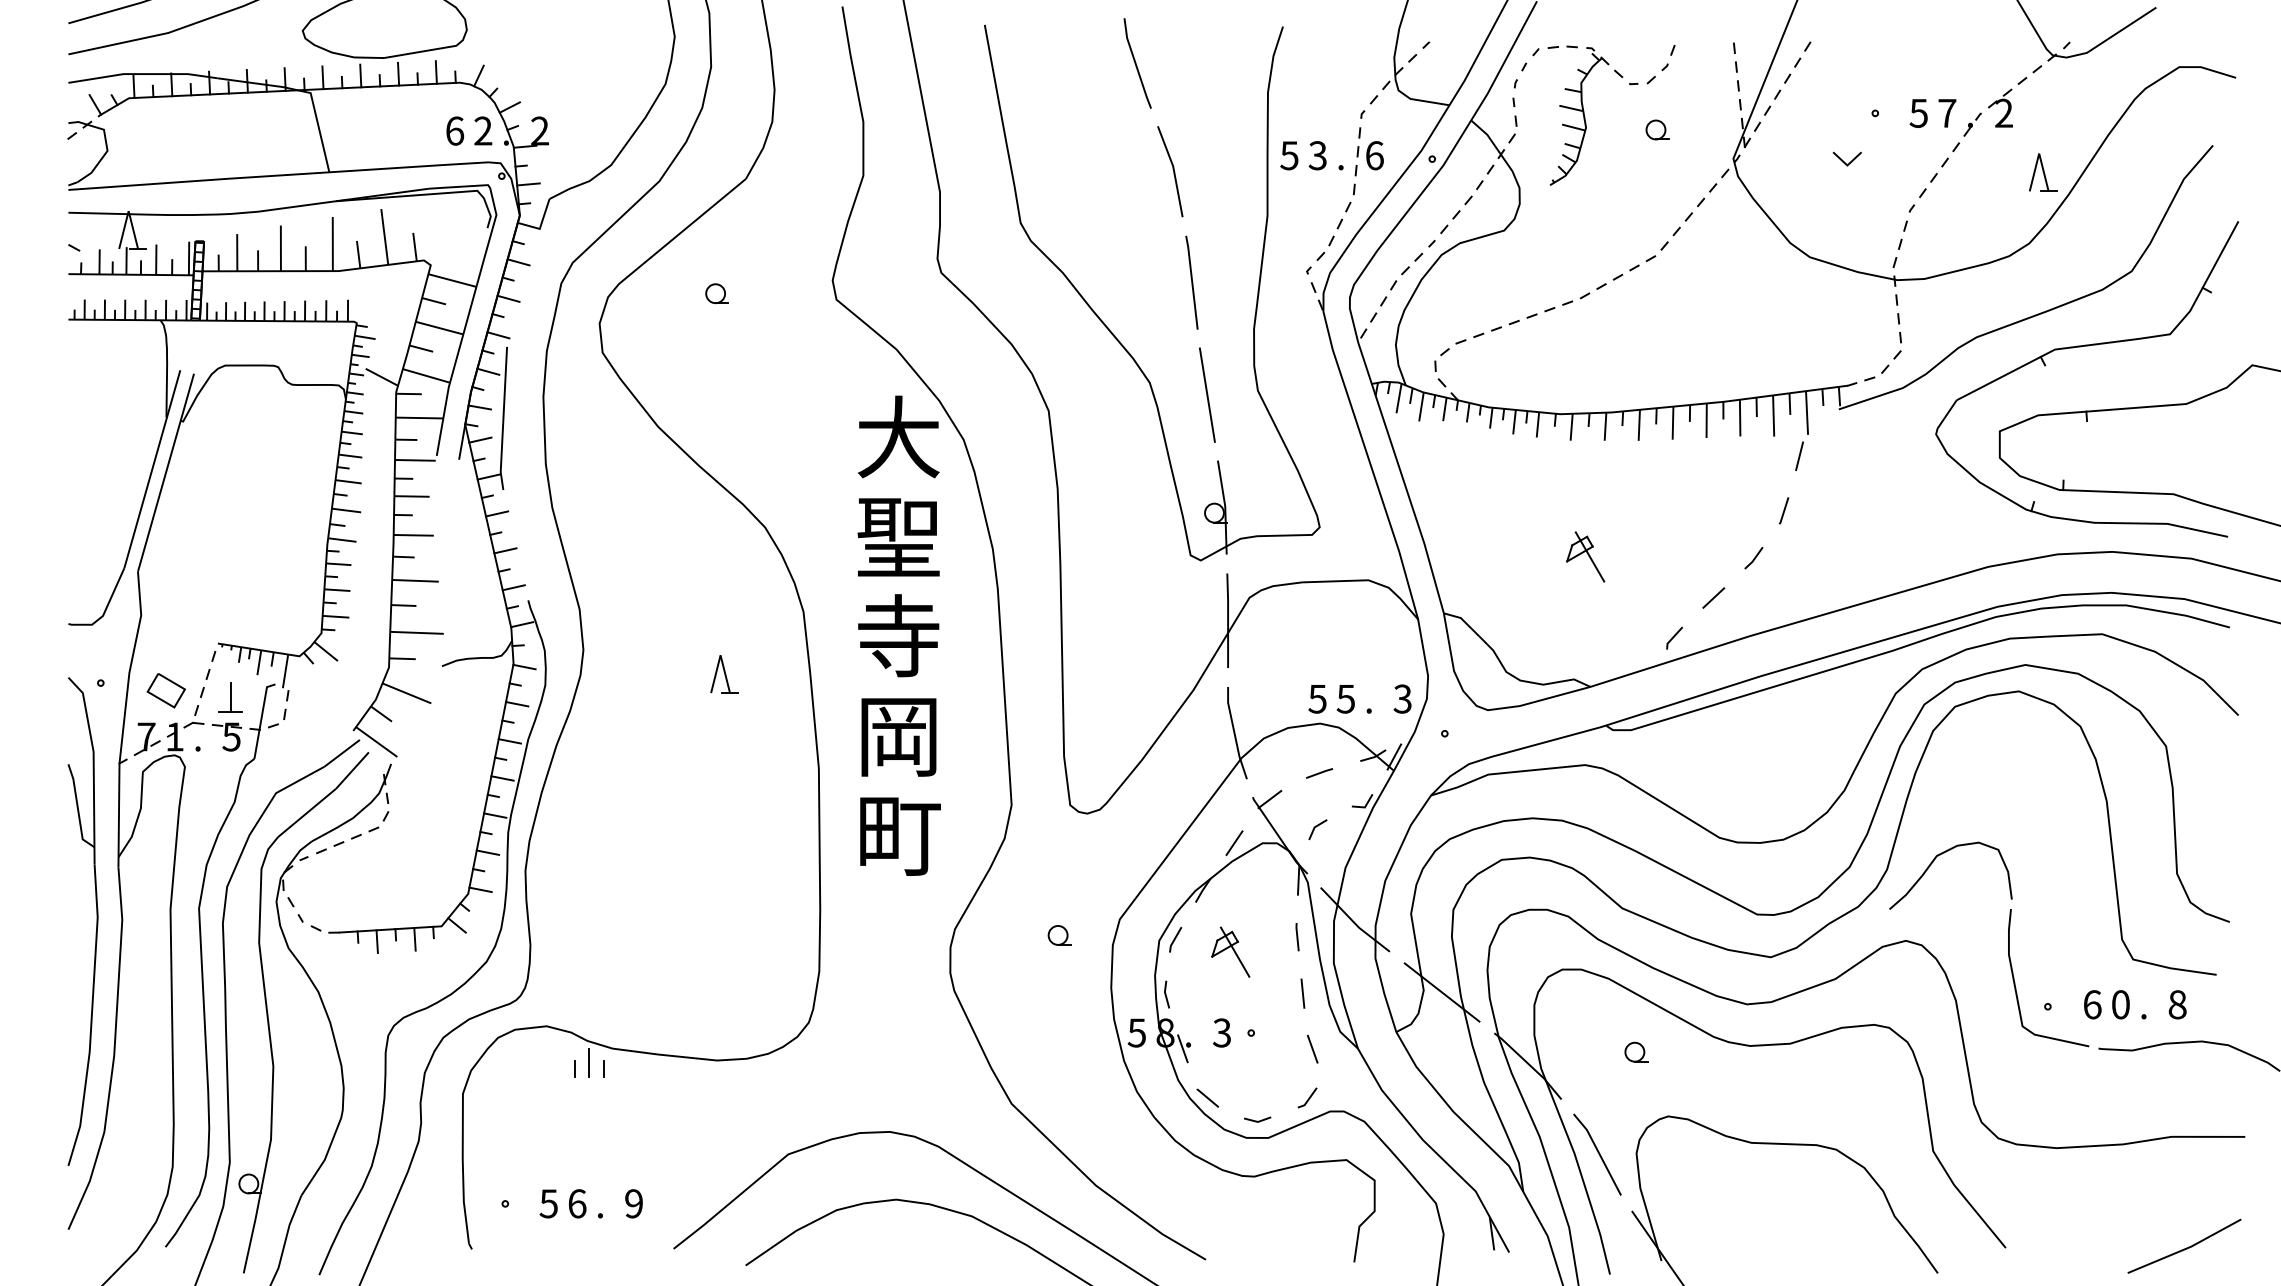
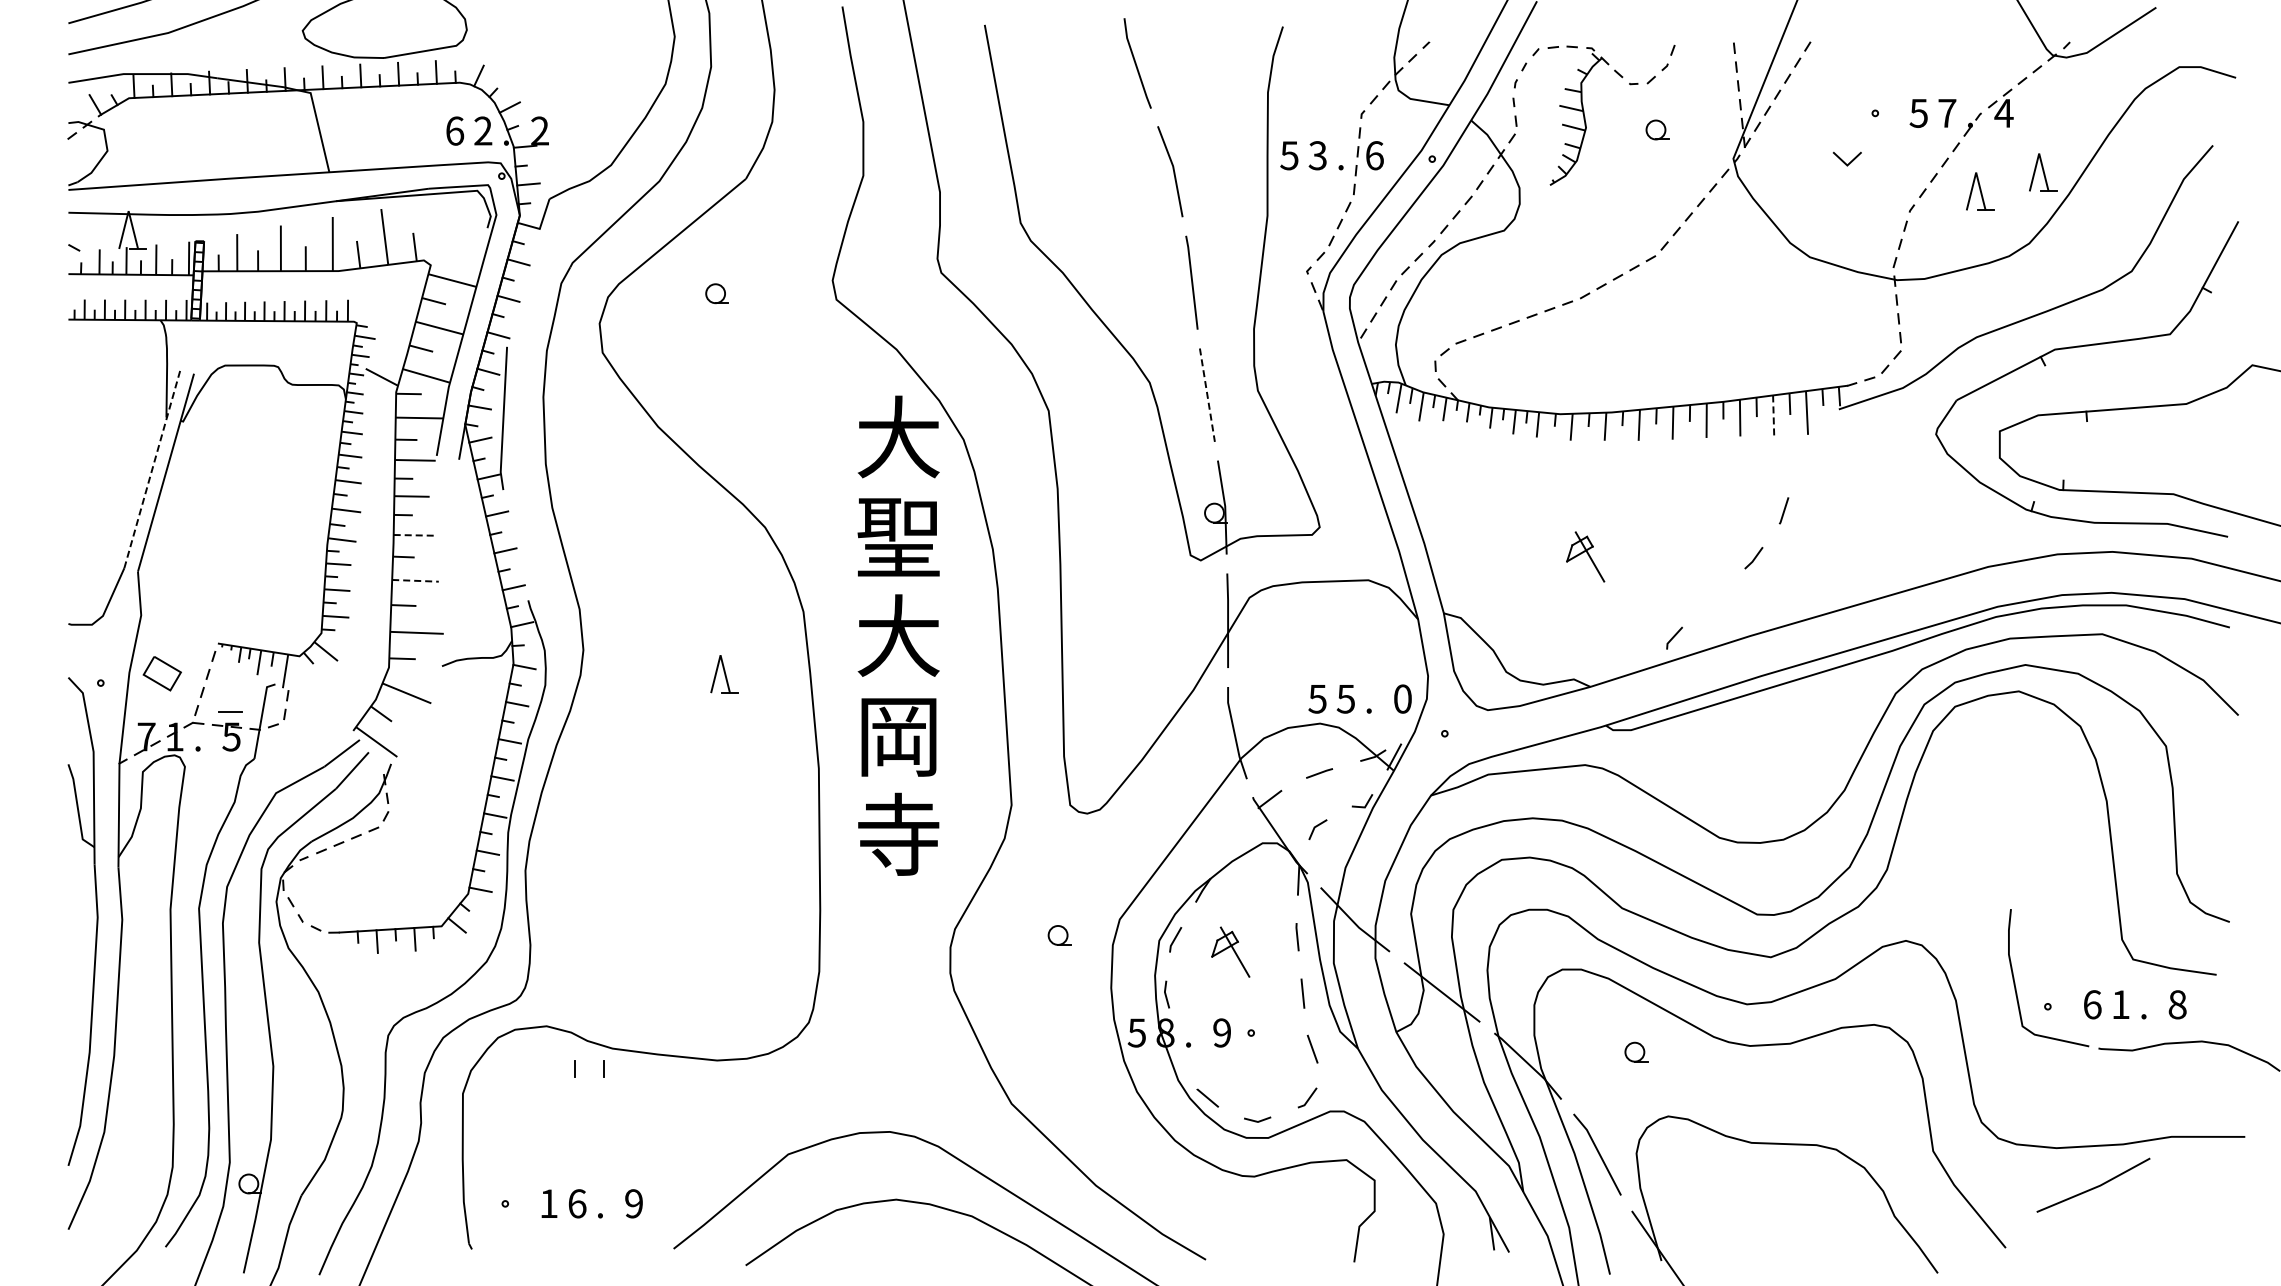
text at (2003, 112): 2 -> 4
part at (1980, 191): none -> present
line at (1207, 395): solid -> dashed
line at (1773, 416): solid -> dashed
line at (1799, 456): present -> none
line at (152, 469): solid -> dashed
line at (414, 535): solid -> dashed
line at (416, 580): solid -> dashed
line at (1713, 597): present -> none
text at (898, 635): 寺 -> 大
part at (165, 690) position: (165, 690) -> (161, 673)
line at (230, 697): present -> none
text at (1402, 698): 3 -> 0
text at (899, 833): 町 -> 寺
line at (1234, 842): present -> none
curve at (1933, 862): present -> none
text at (2120, 1004): 0 -> 1
text at (1221, 1032): 3 -> 9
line at (1182, 1048): present -> none
line at (589, 1062): present -> none
text at (548, 1203): 5 -> 1
line at (2186, 1247) position: (2186, 1247) -> (2095, 1186)
